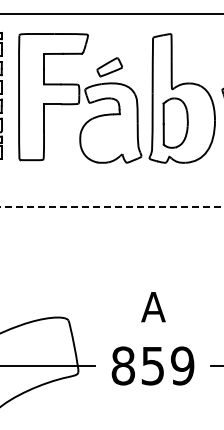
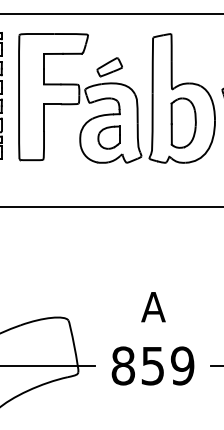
part at (175, 122) position: (175, 122) -> (183, 122)
part at (108, 137): none -> present
line at (111, 206): dashed -> solid
